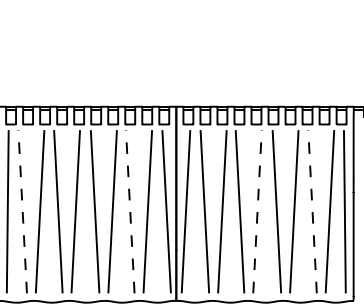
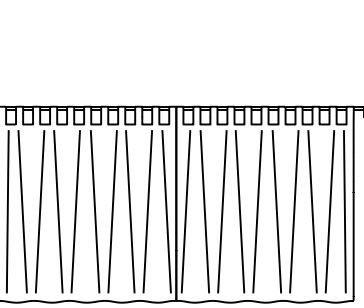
line at (22, 211): dashed -> solid
line at (130, 211): dashed -> solid
line at (257, 211): dashed -> solid
line at (312, 211): dashed -> solid
